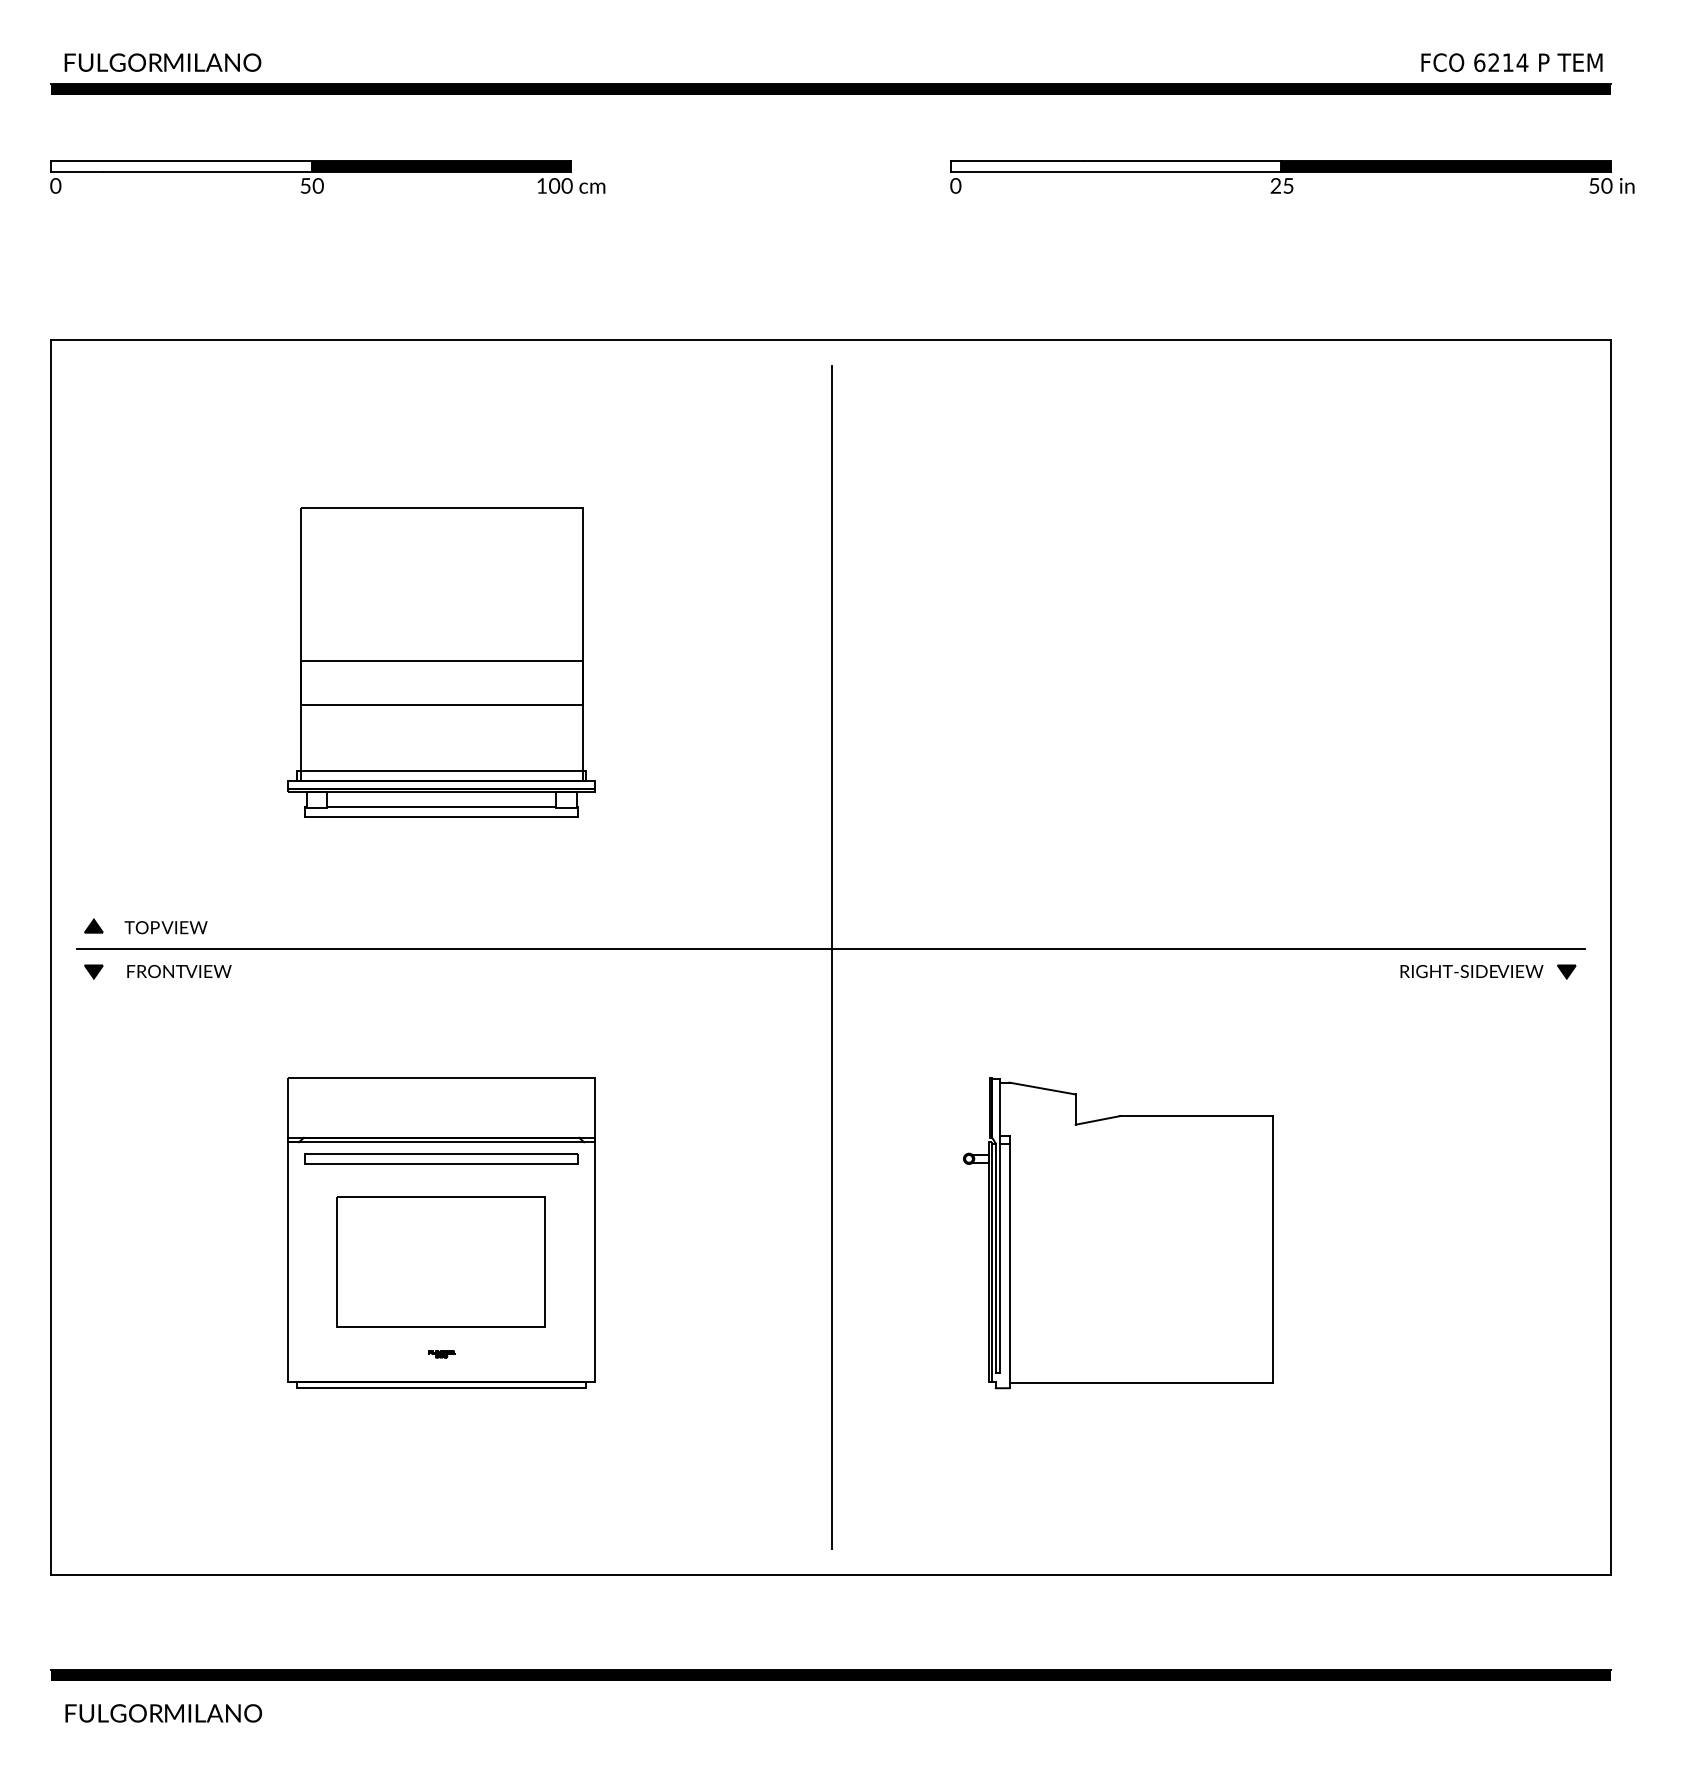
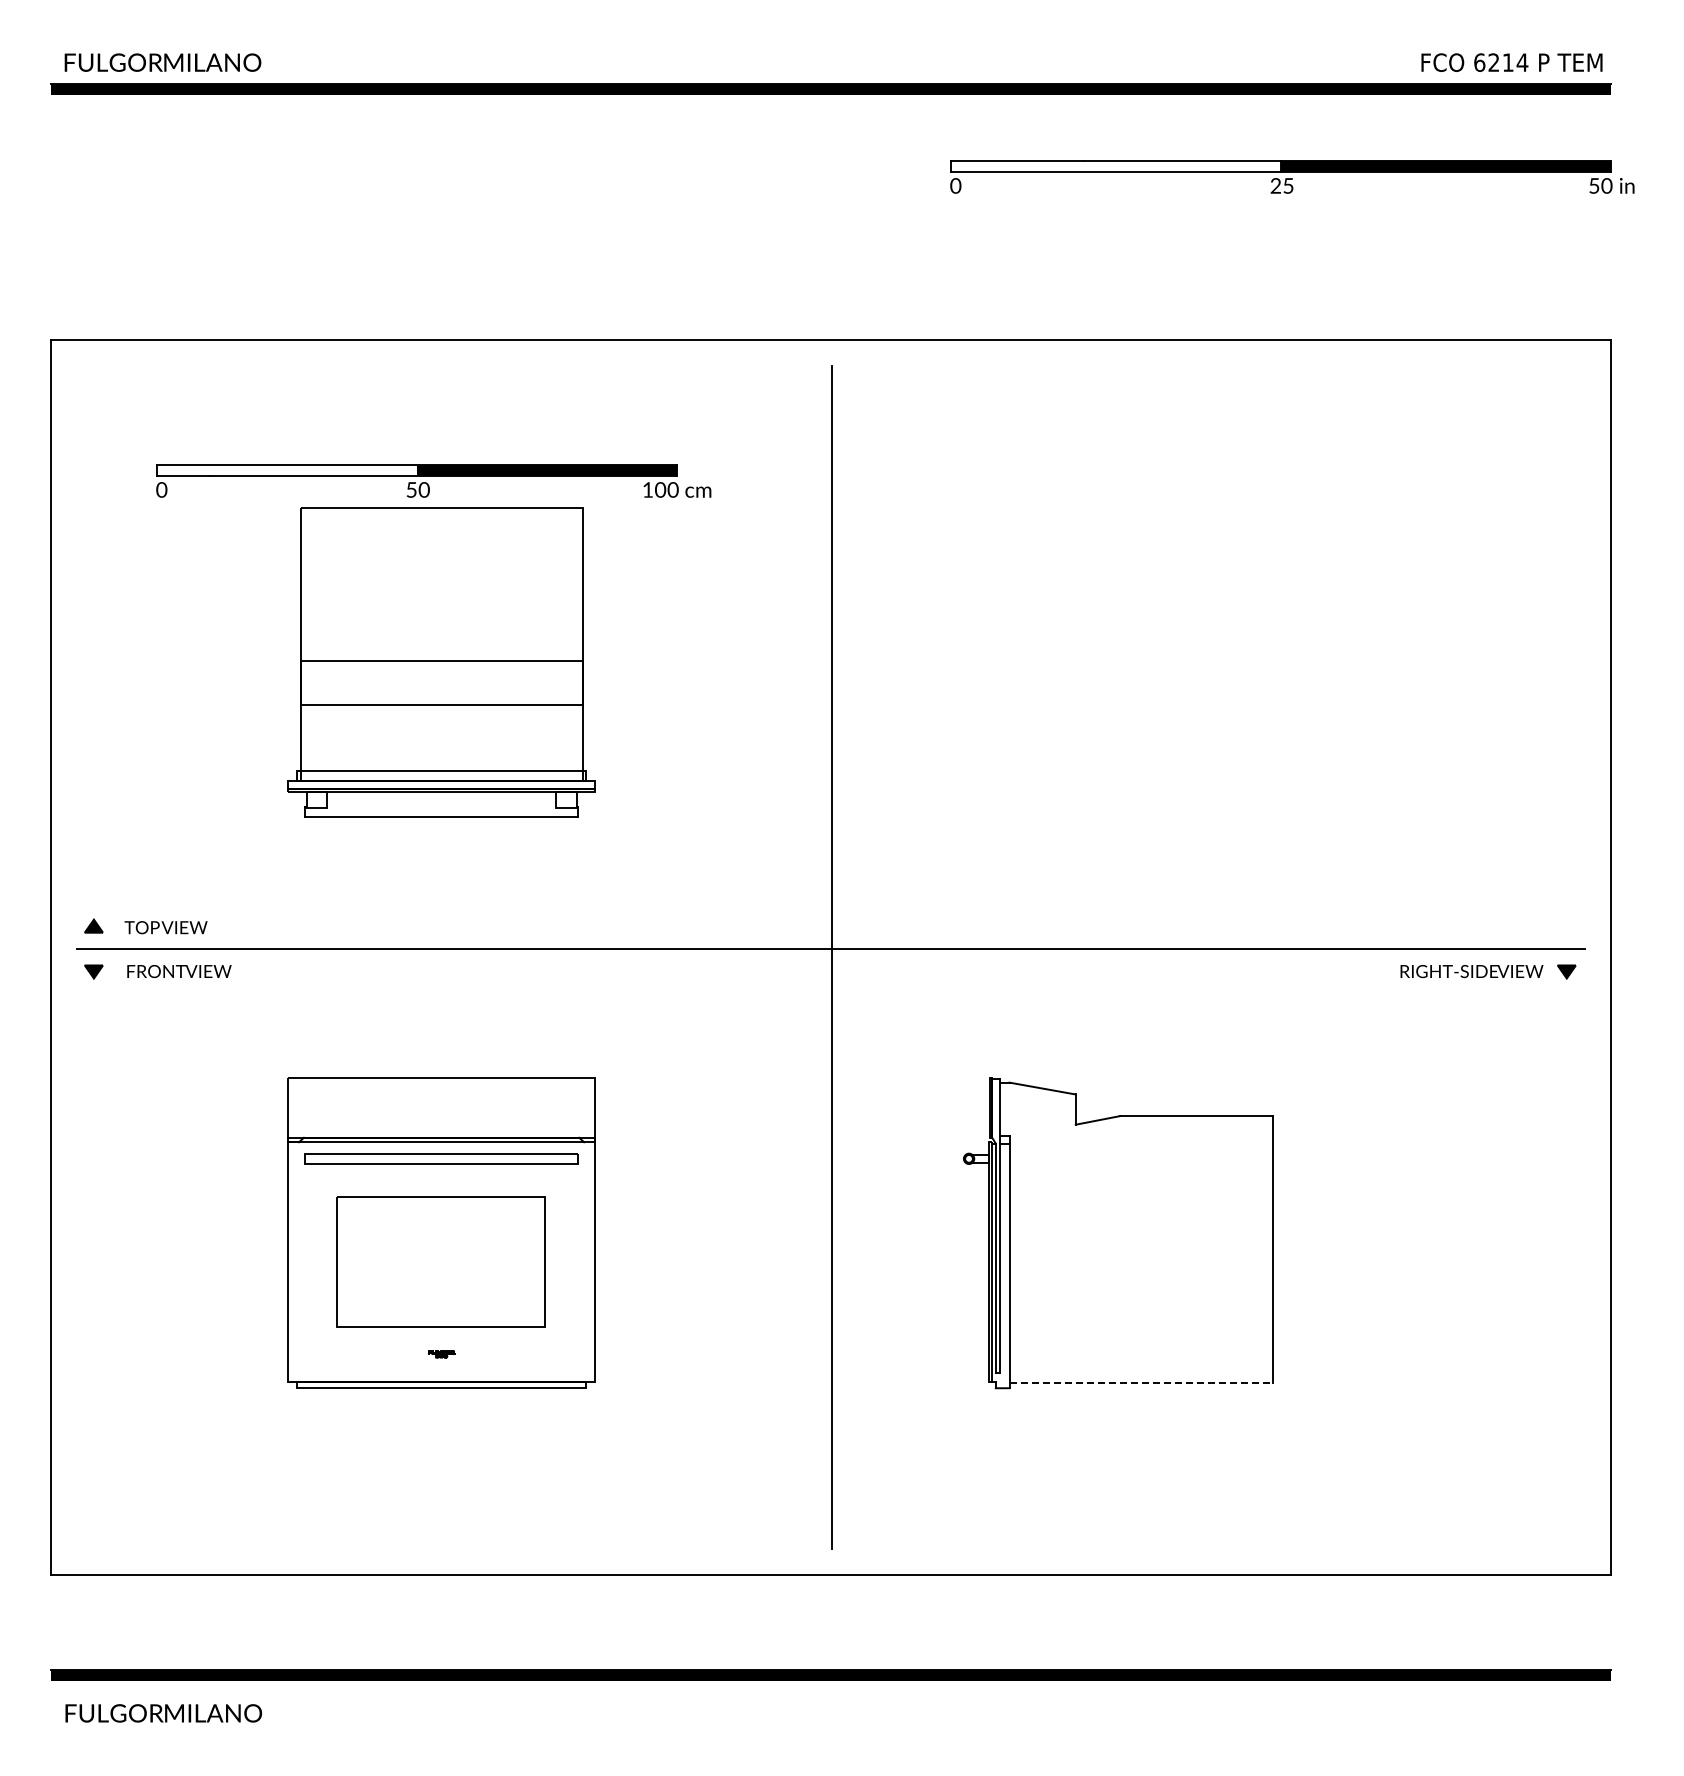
part at (327, 176) position: (327, 176) -> (433, 480)
line at (441, 806): present -> none
line at (1141, 1382): solid -> dashed
